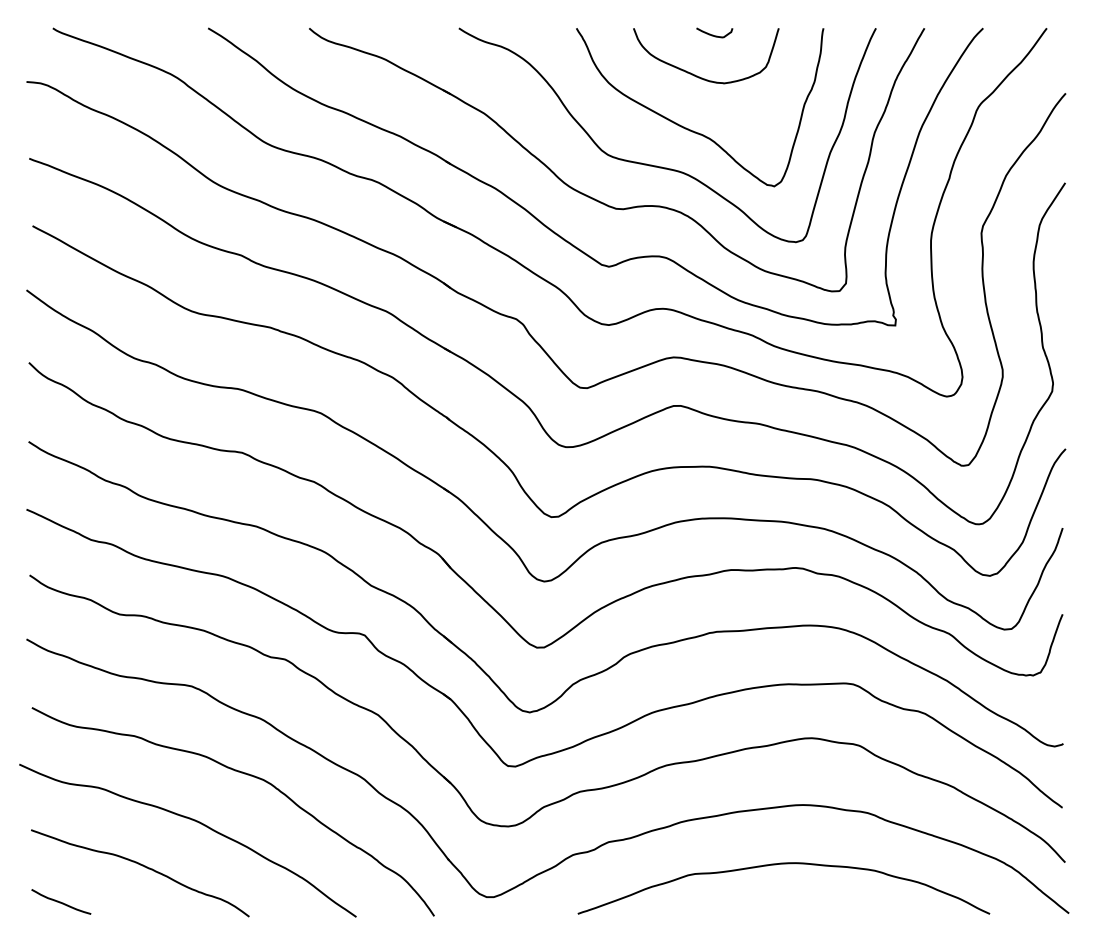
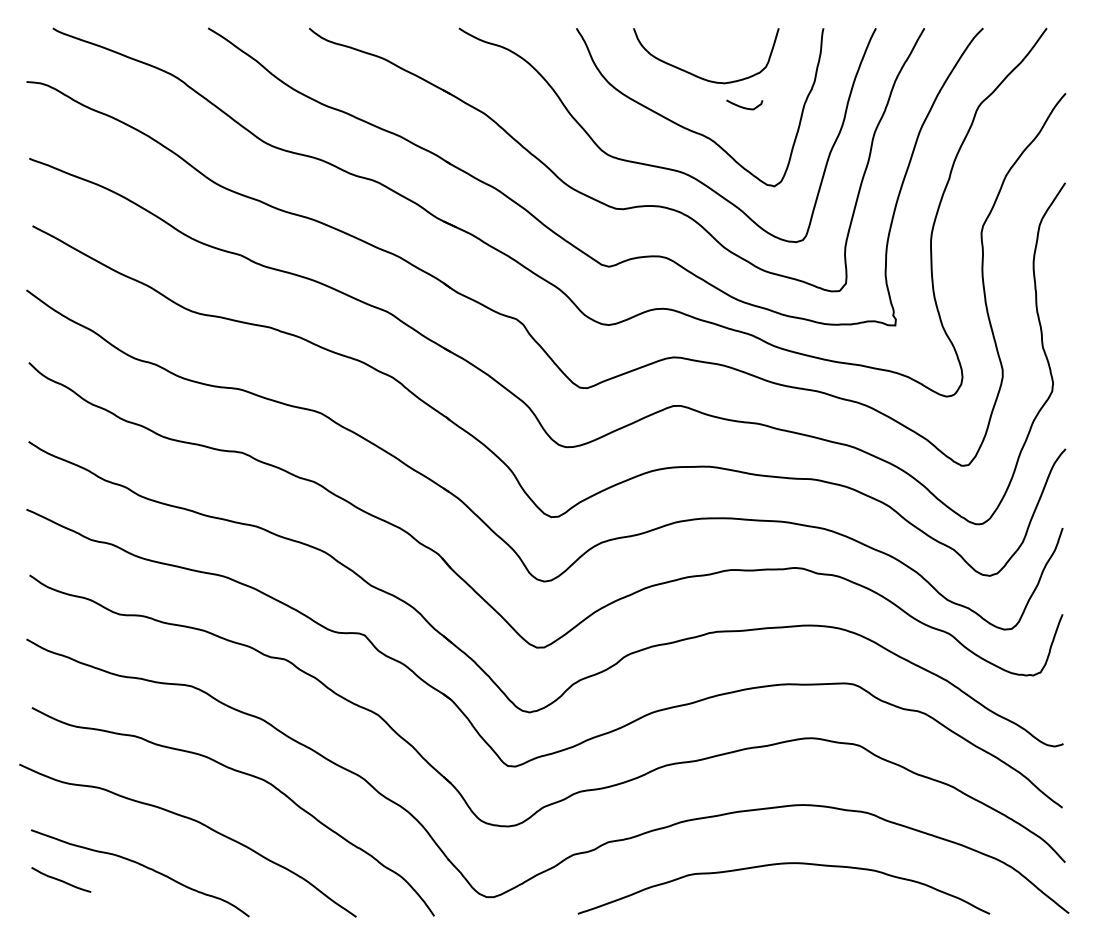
curve at (713, 34) position: (713, 34) -> (743, 106)
curve at (60, 901) position: (60, 901) -> (60, 879)
